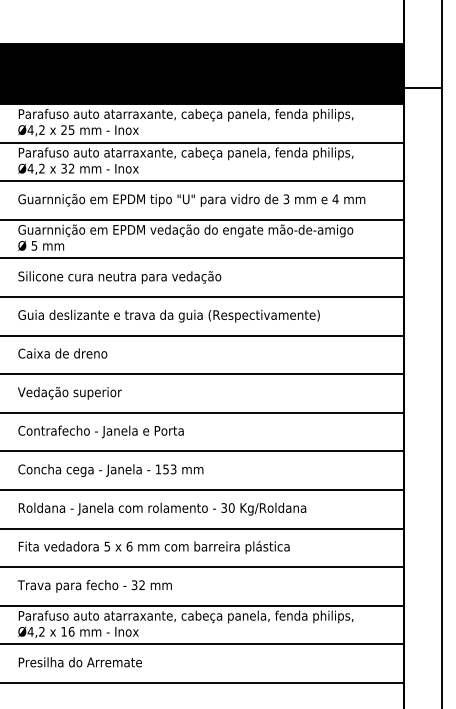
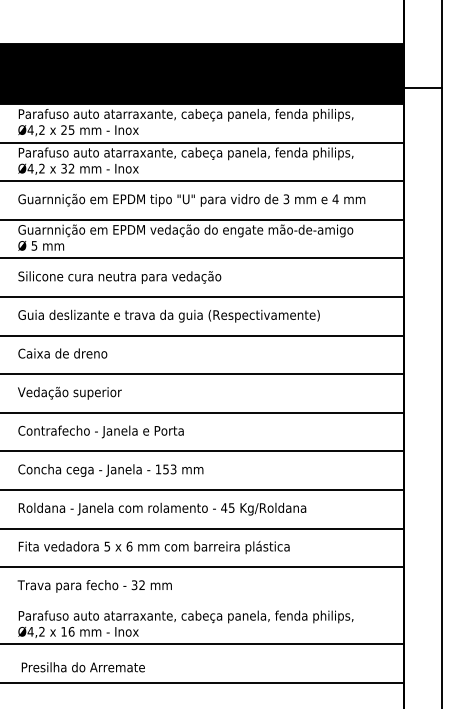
text at (227, 507): 30 -> 45
line at (202, 605): present -> none
text at (79, 662) position: (79, 662) -> (82, 667)
